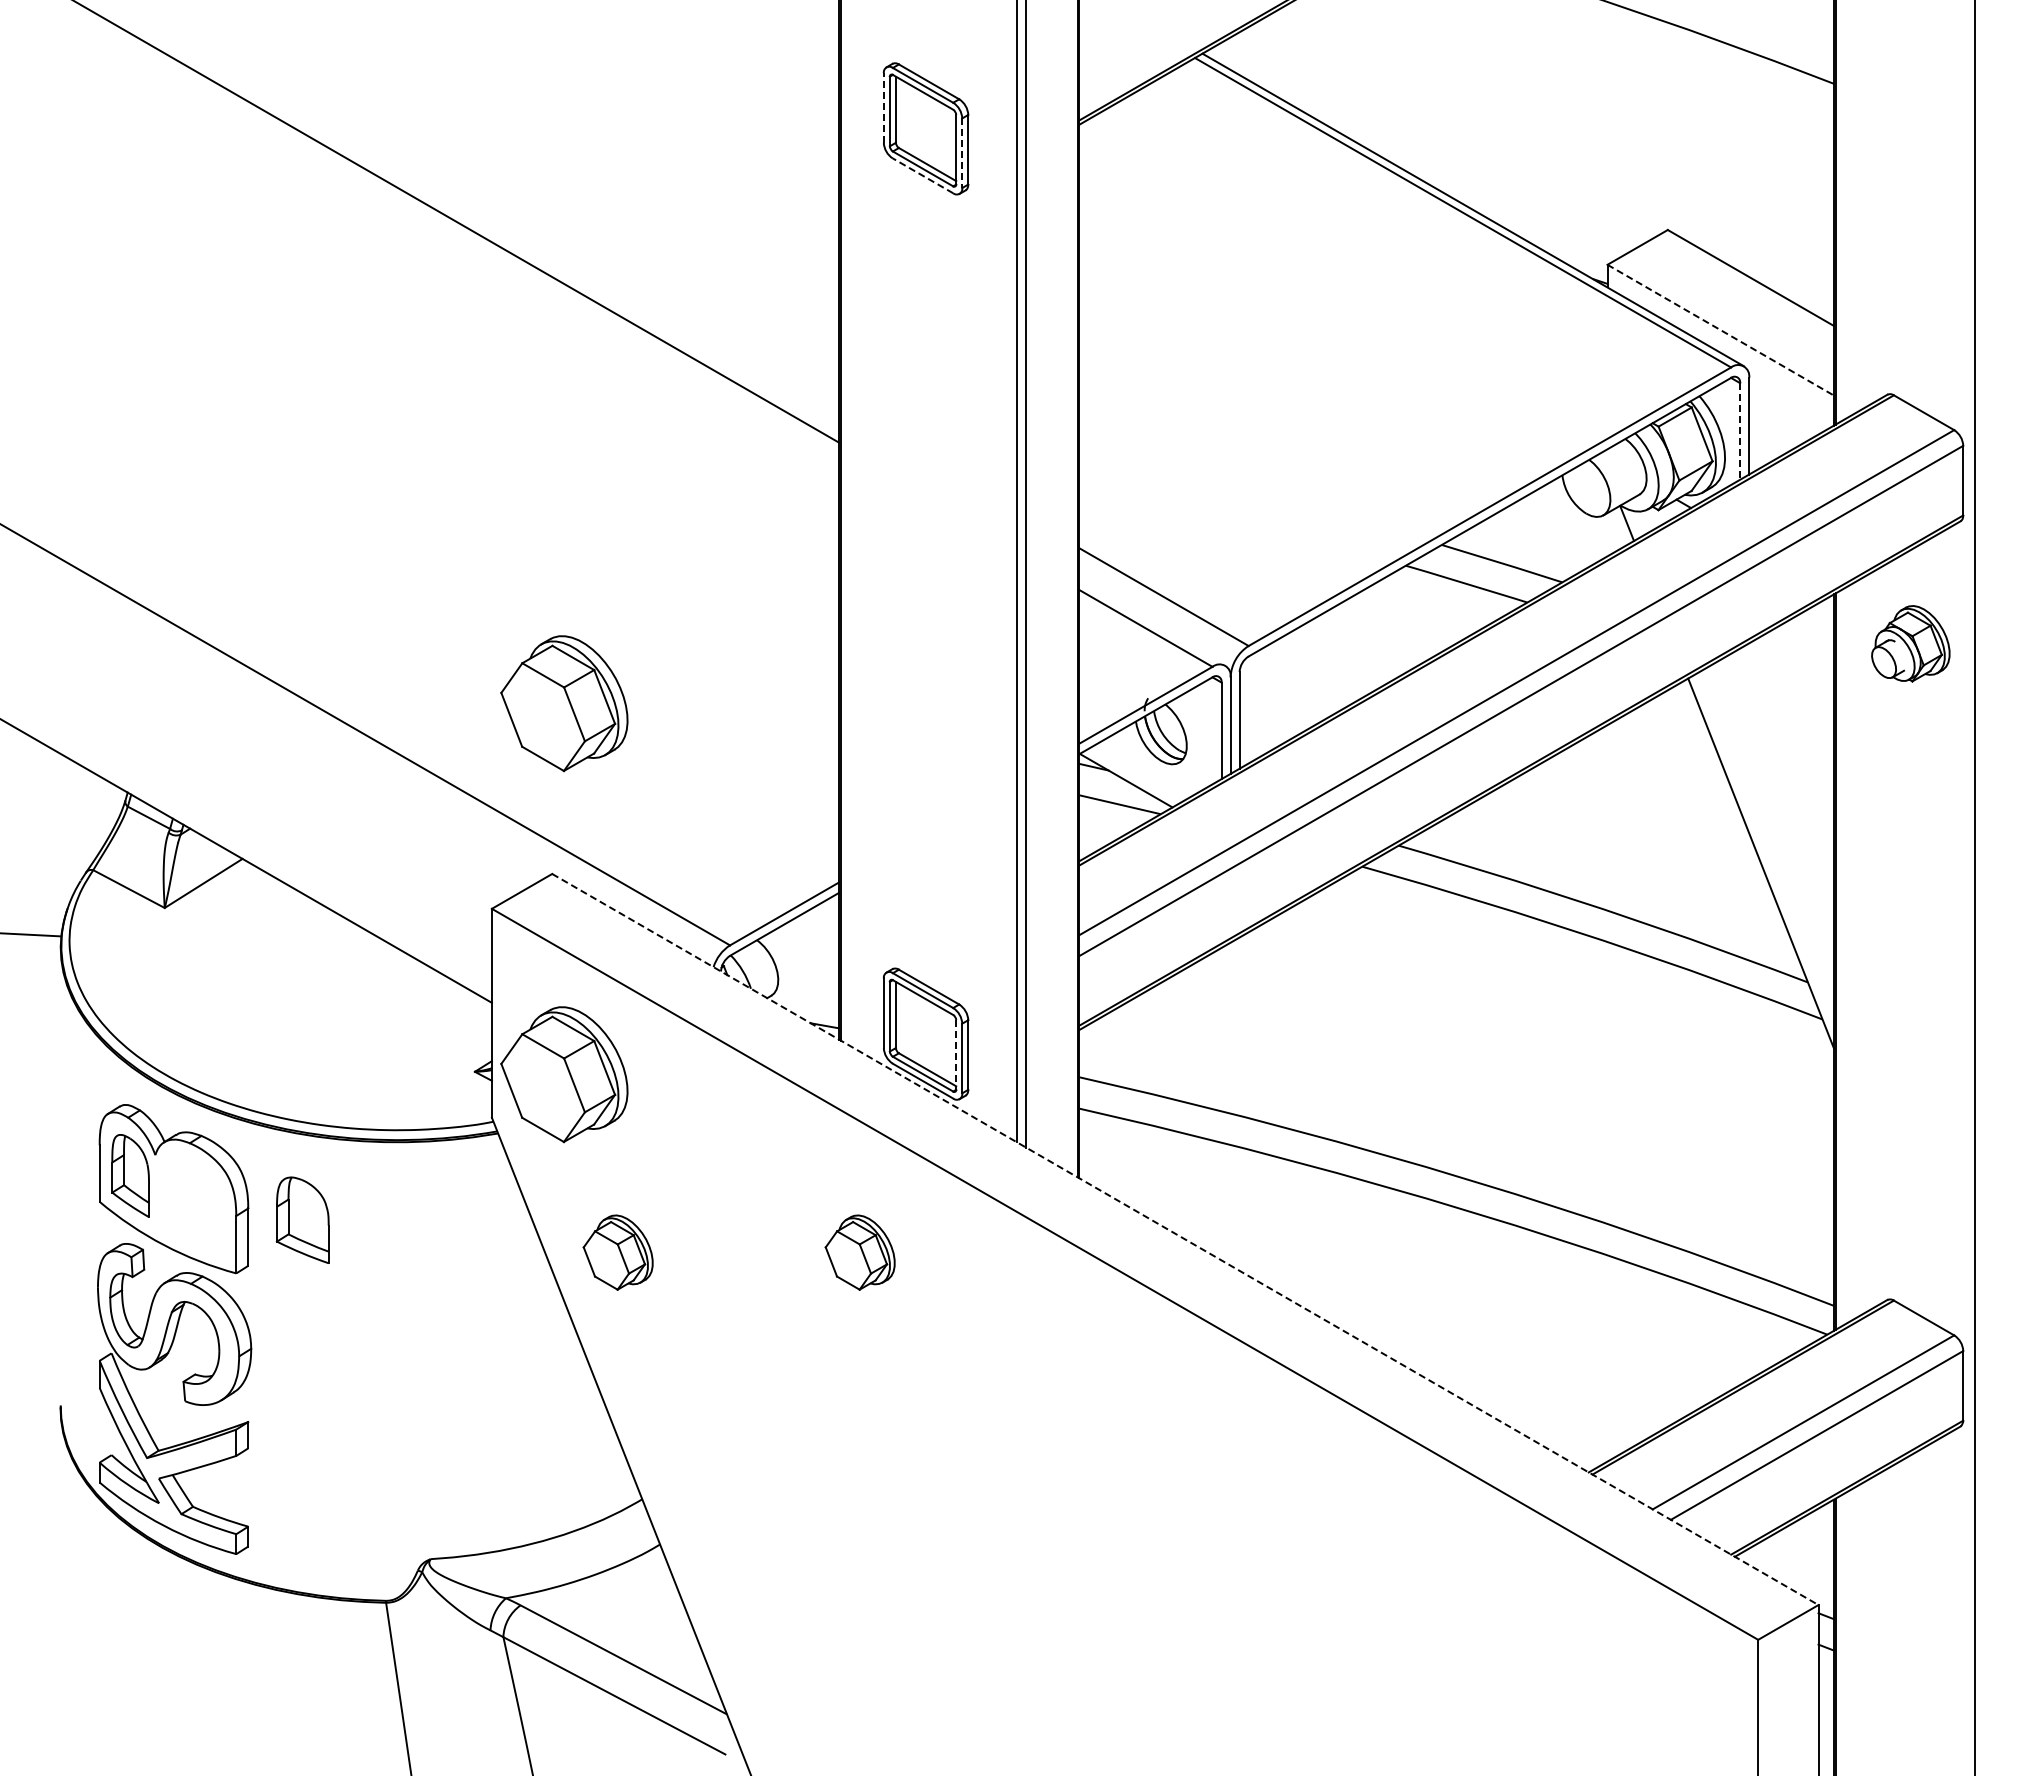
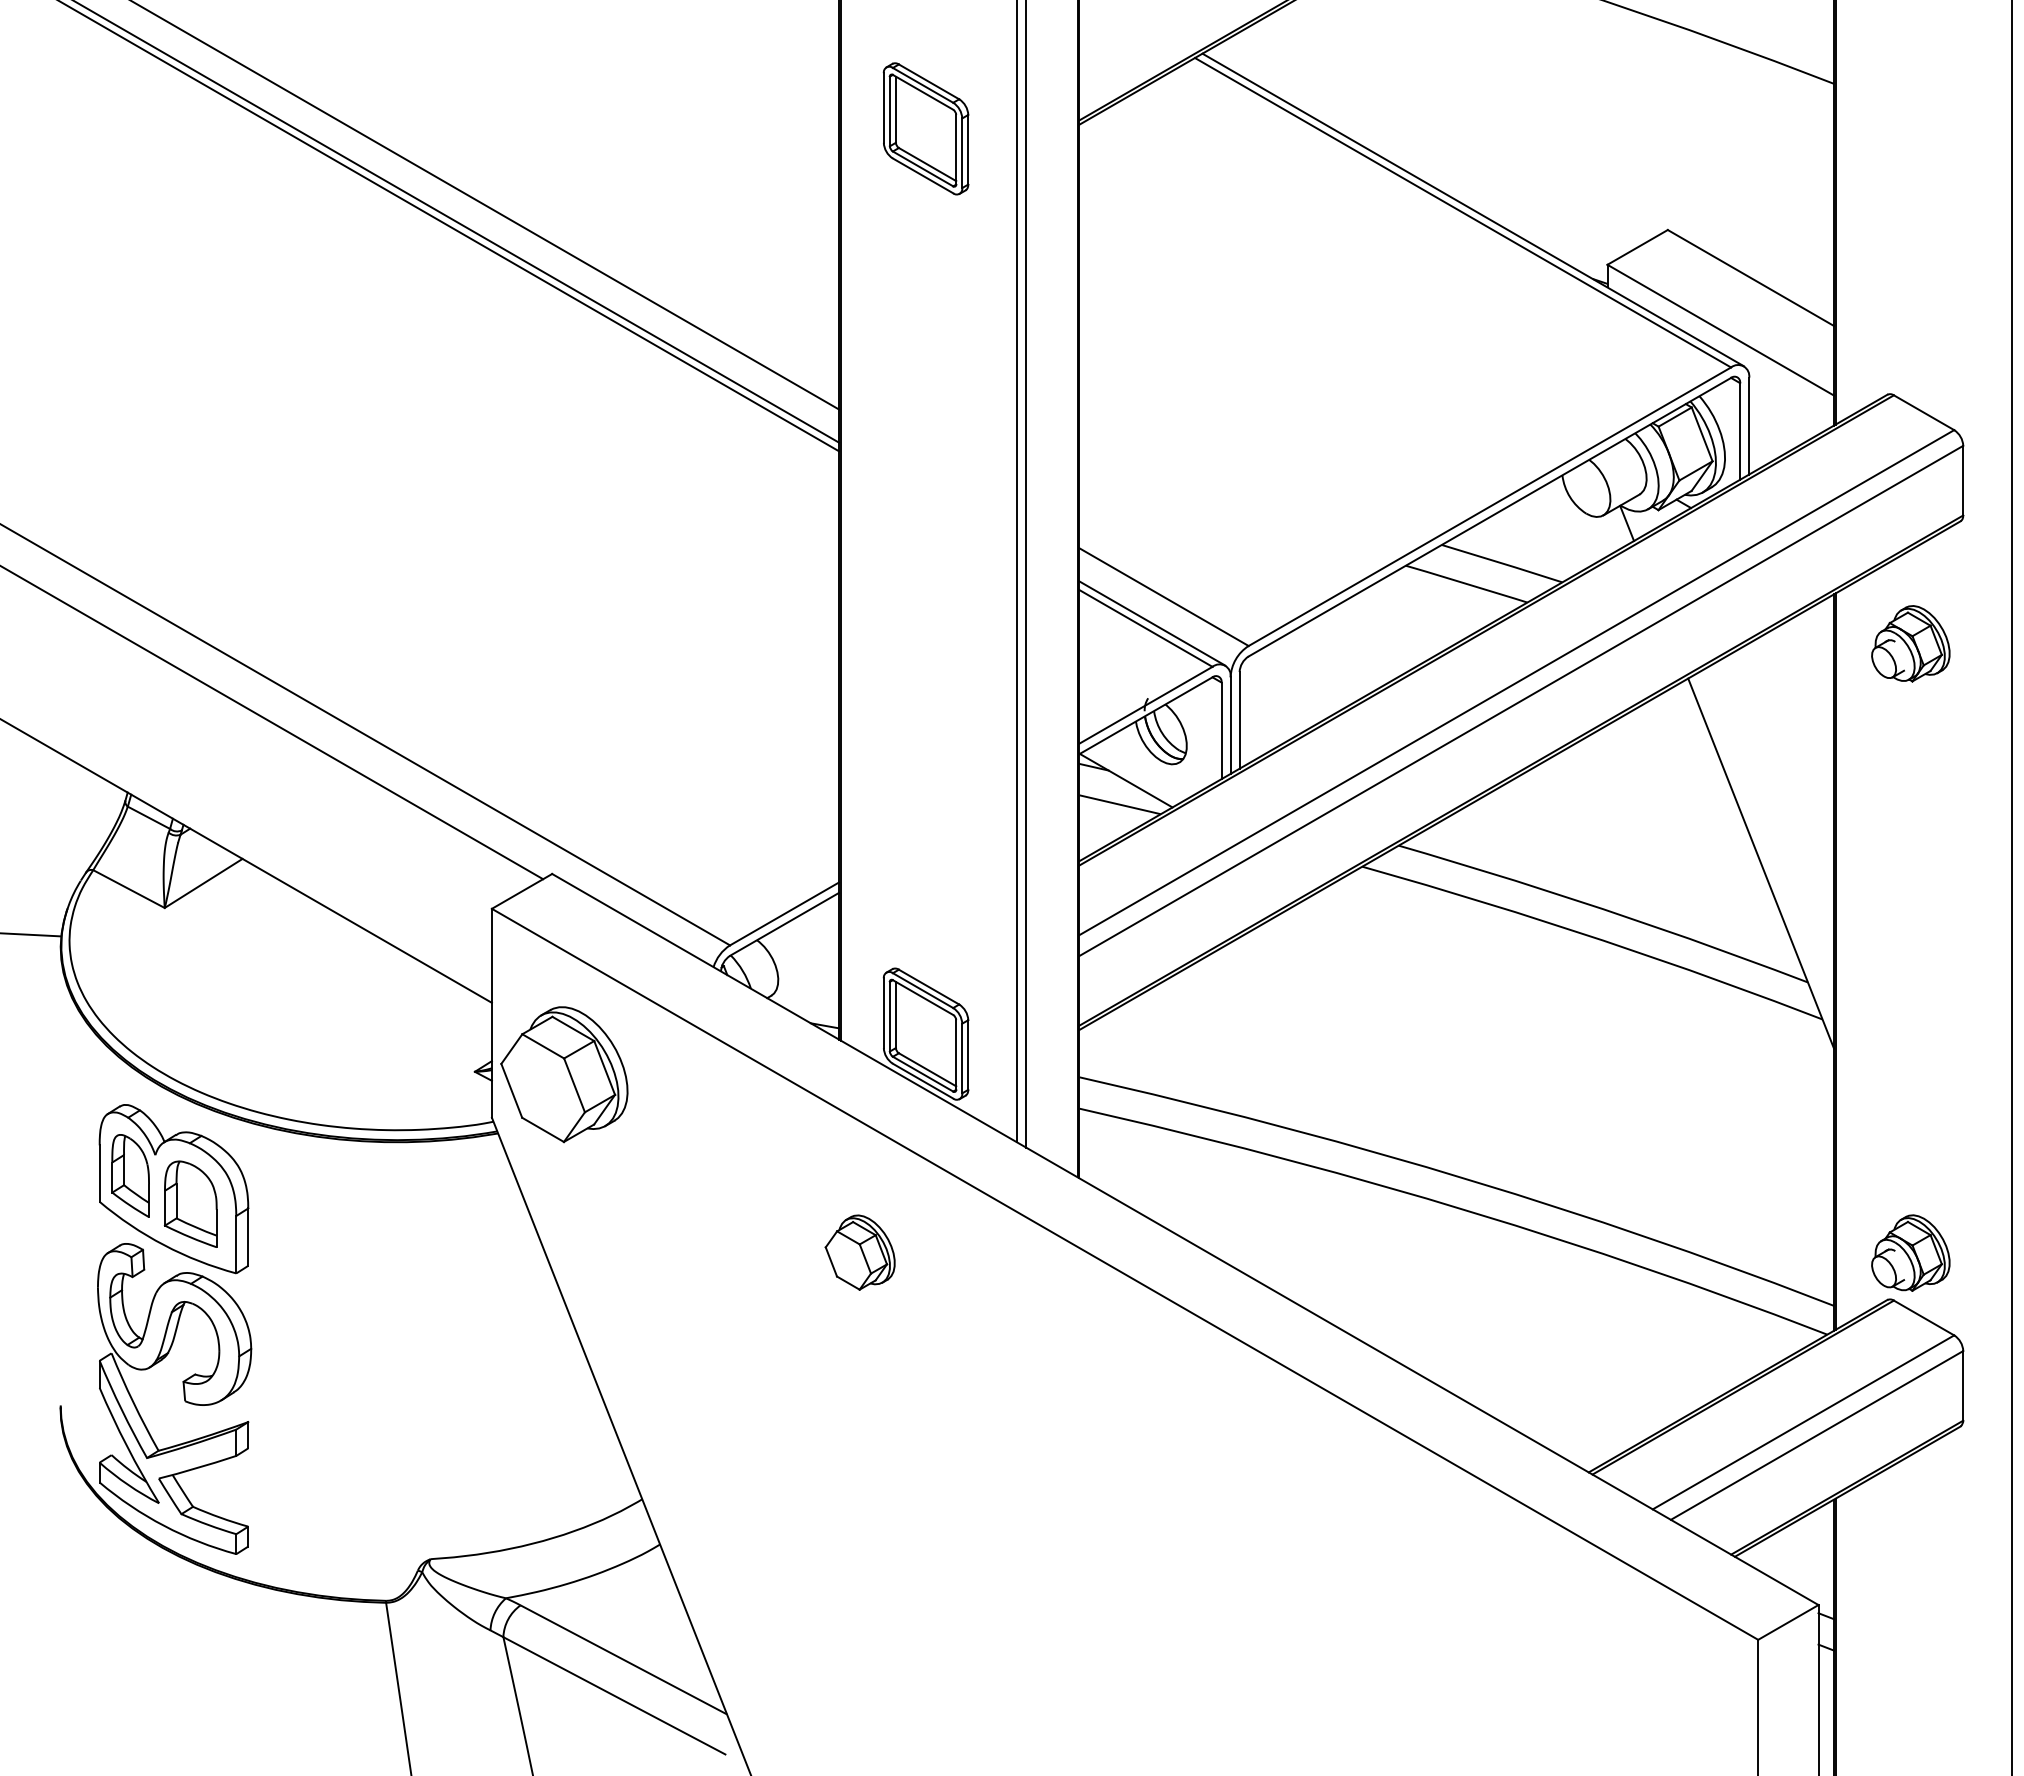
line at (883, 108): dashed -> solid
line at (962, 153): dashed -> solid
line at (923, 175): dashed -> solid
line at (486, 205): none -> present
line at (450, 226): none -> present
line at (1720, 330): dashed -> solid
line at (1740, 431): dashed -> solid
line at (1152, 623): none -> present
part at (564, 703): present -> none
line at (272, 723): none -> present
line at (1975, 887) position: (1975, 887) -> (2012, 887)
line at (956, 1055): dashed -> solid
part at (302, 1219) position: (302, 1219) -> (190, 1203)
line at (1185, 1239): dashed -> solid
part at (617, 1252): present -> none
part at (1910, 1252): none -> present
